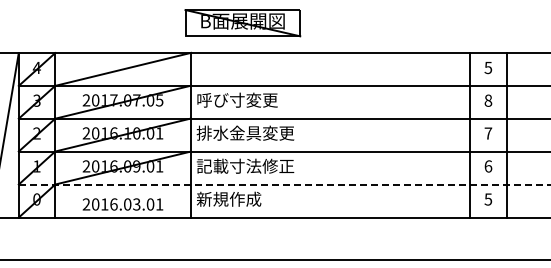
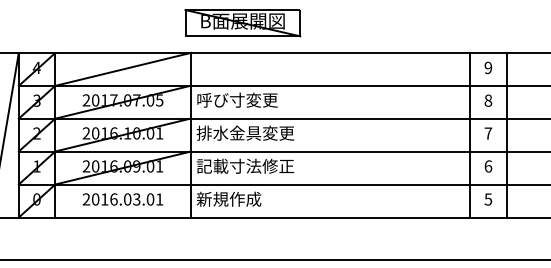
text at (488, 67): 5 -> 9
line at (284, 184): dashed -> solid
text at (122, 204) position: (122, 204) -> (122, 199)
